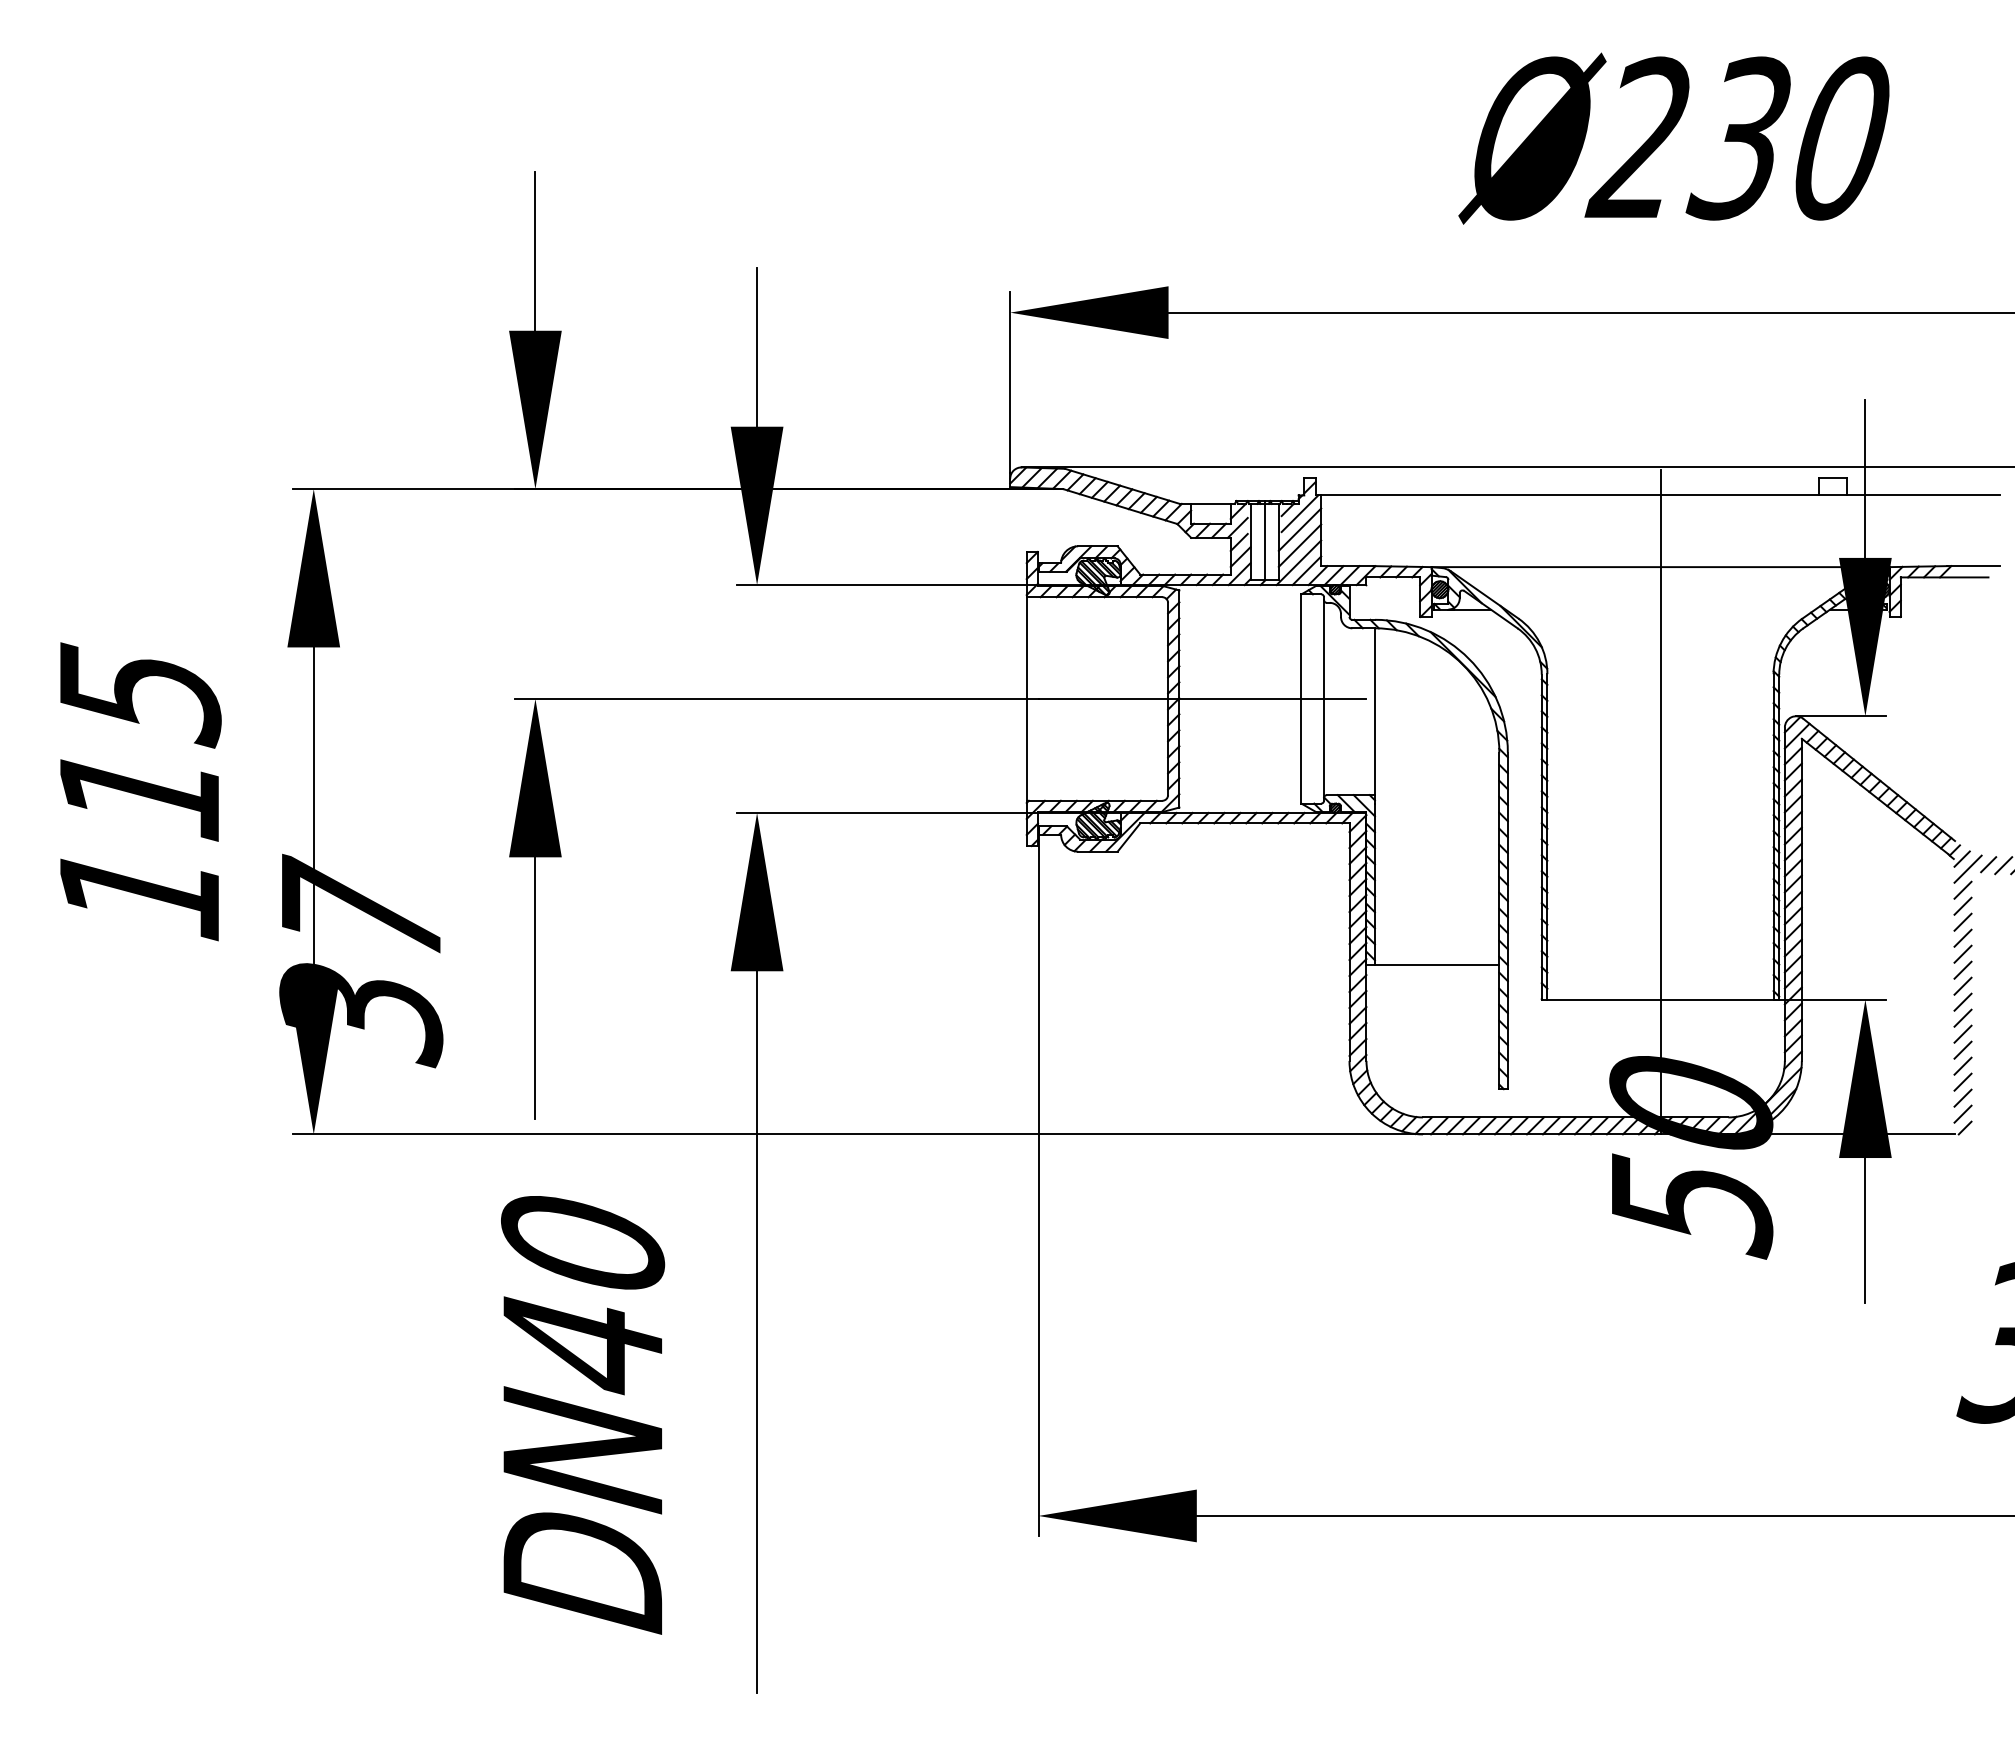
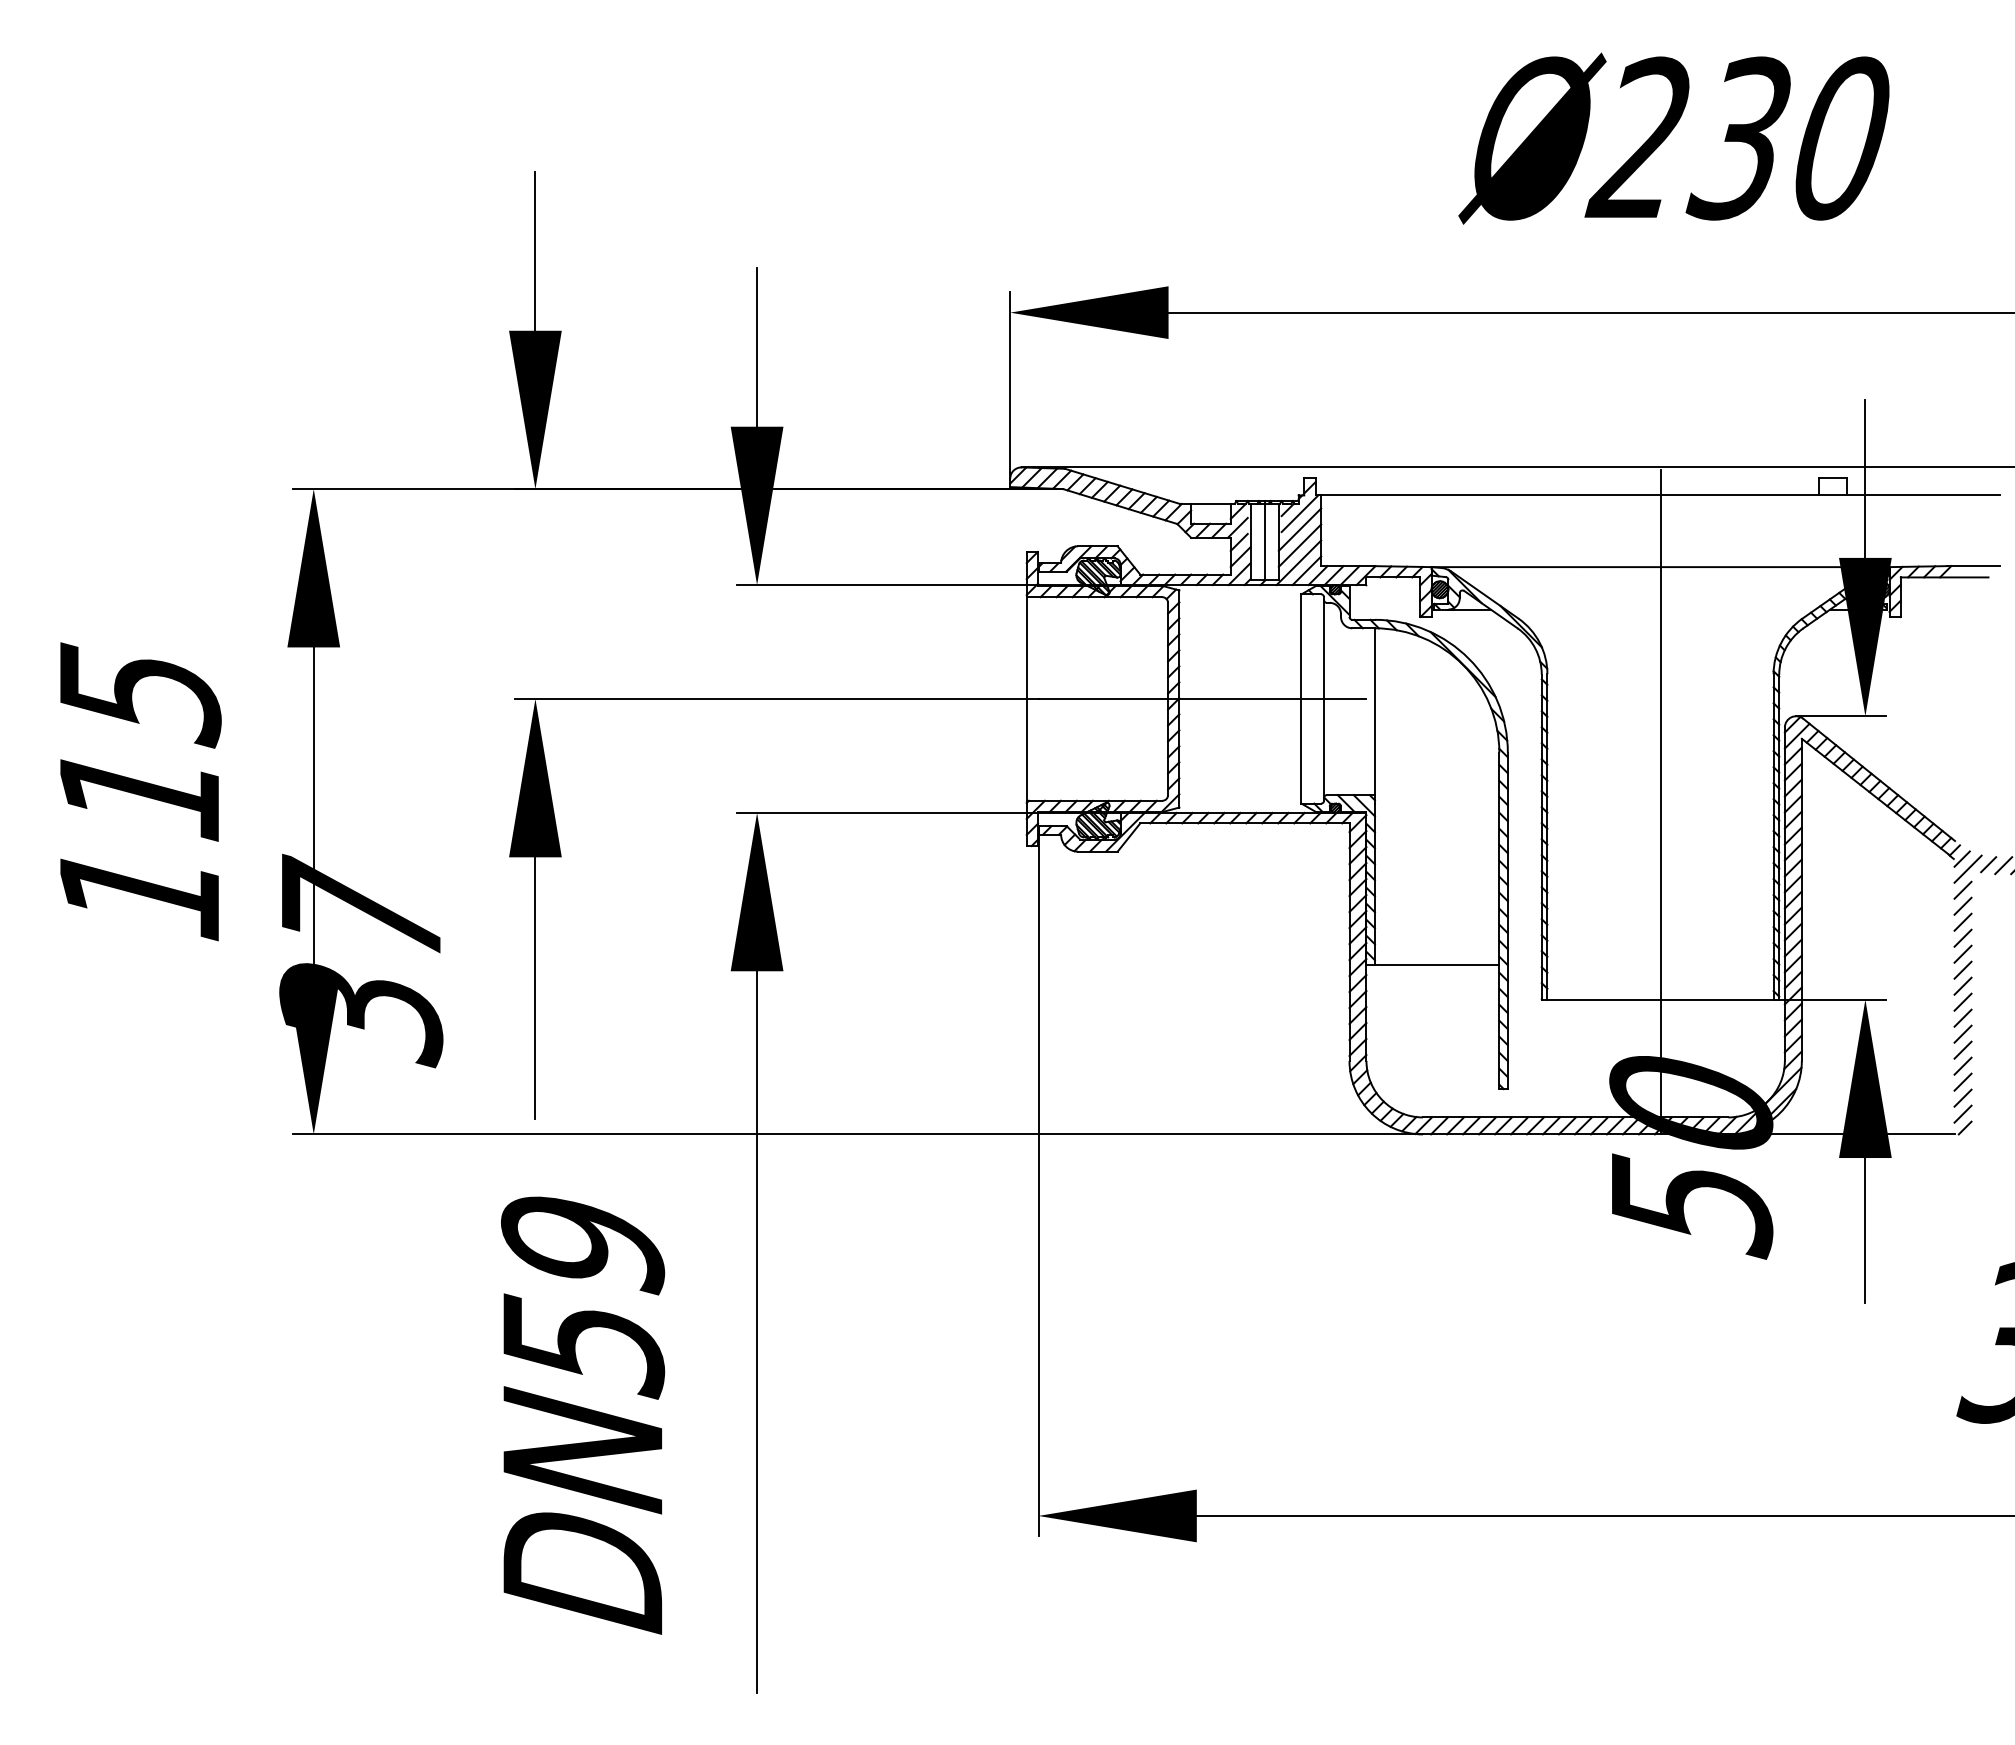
text at (583, 1297): DN40 -> DN59
